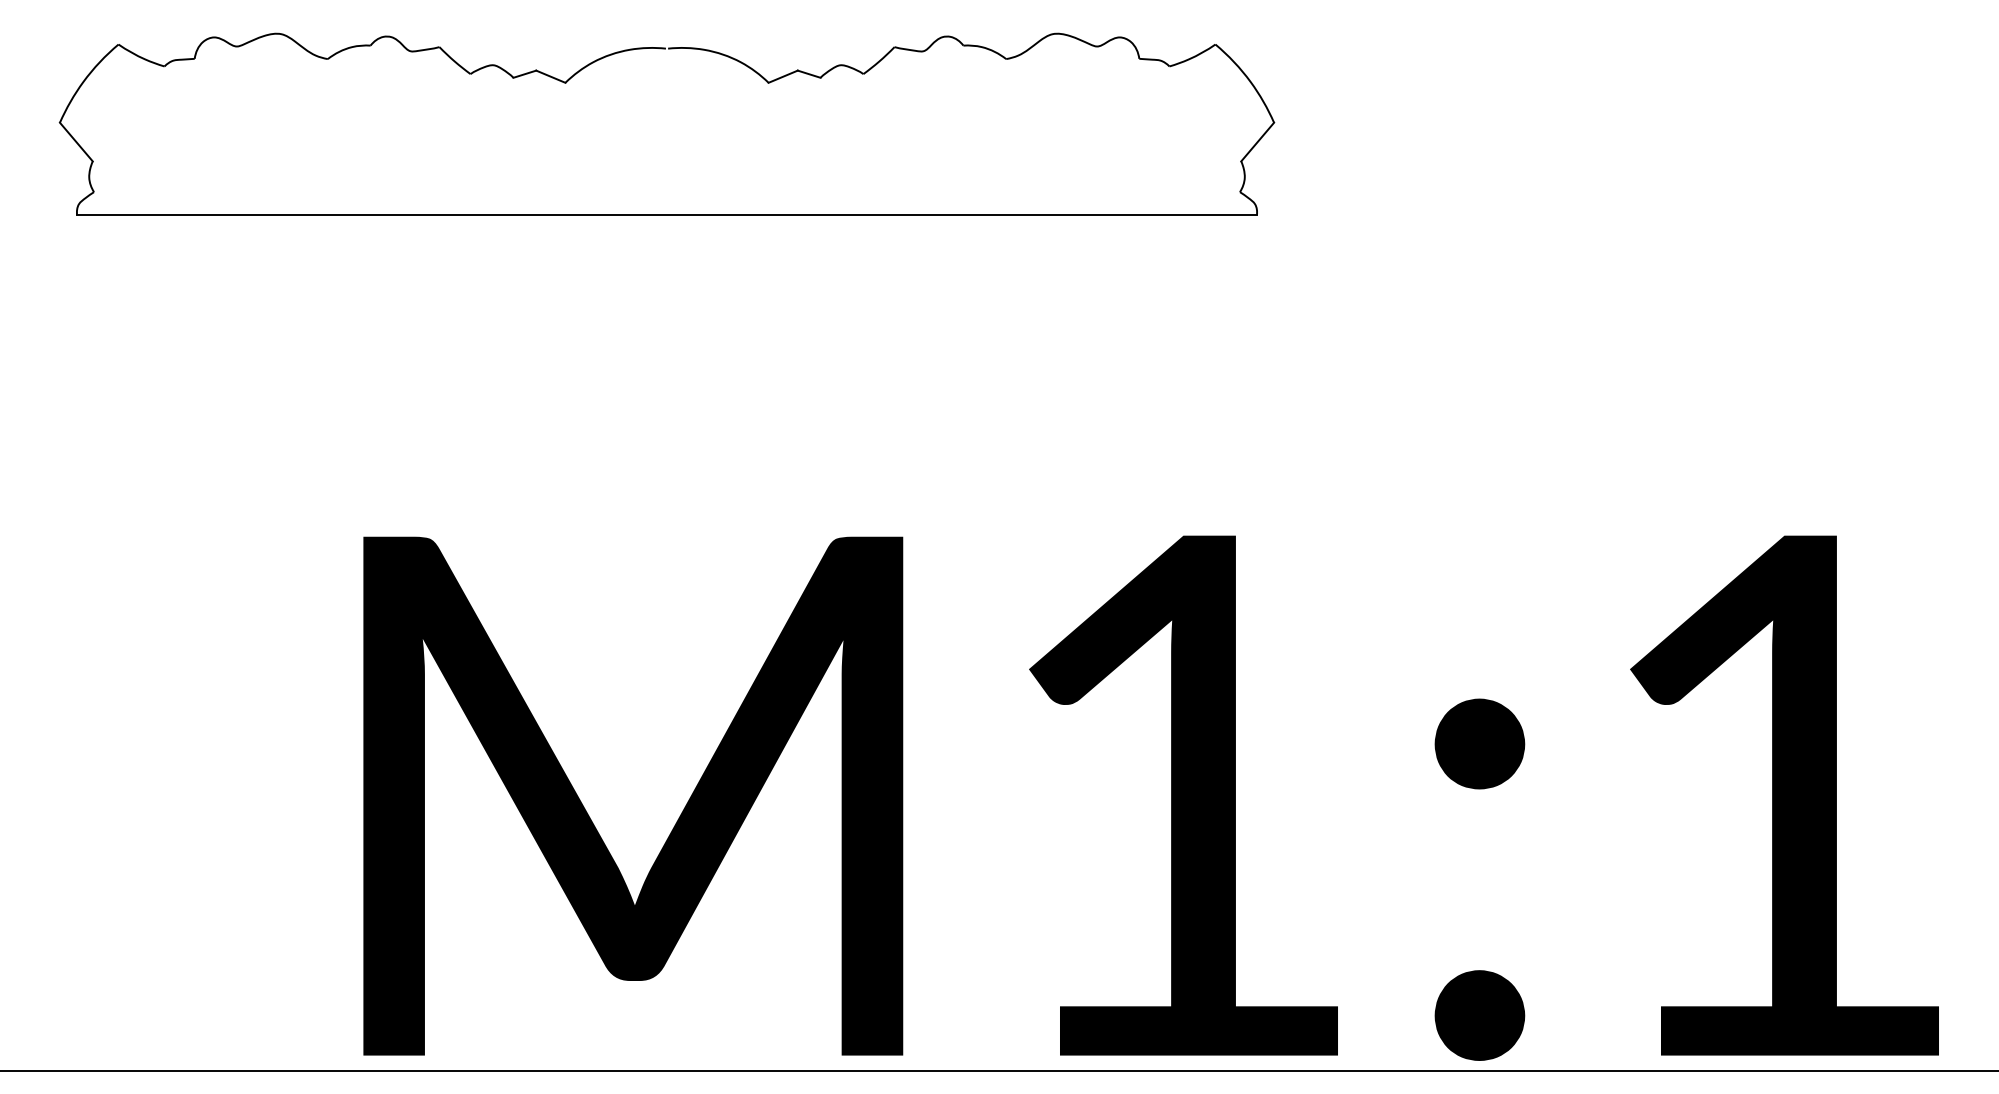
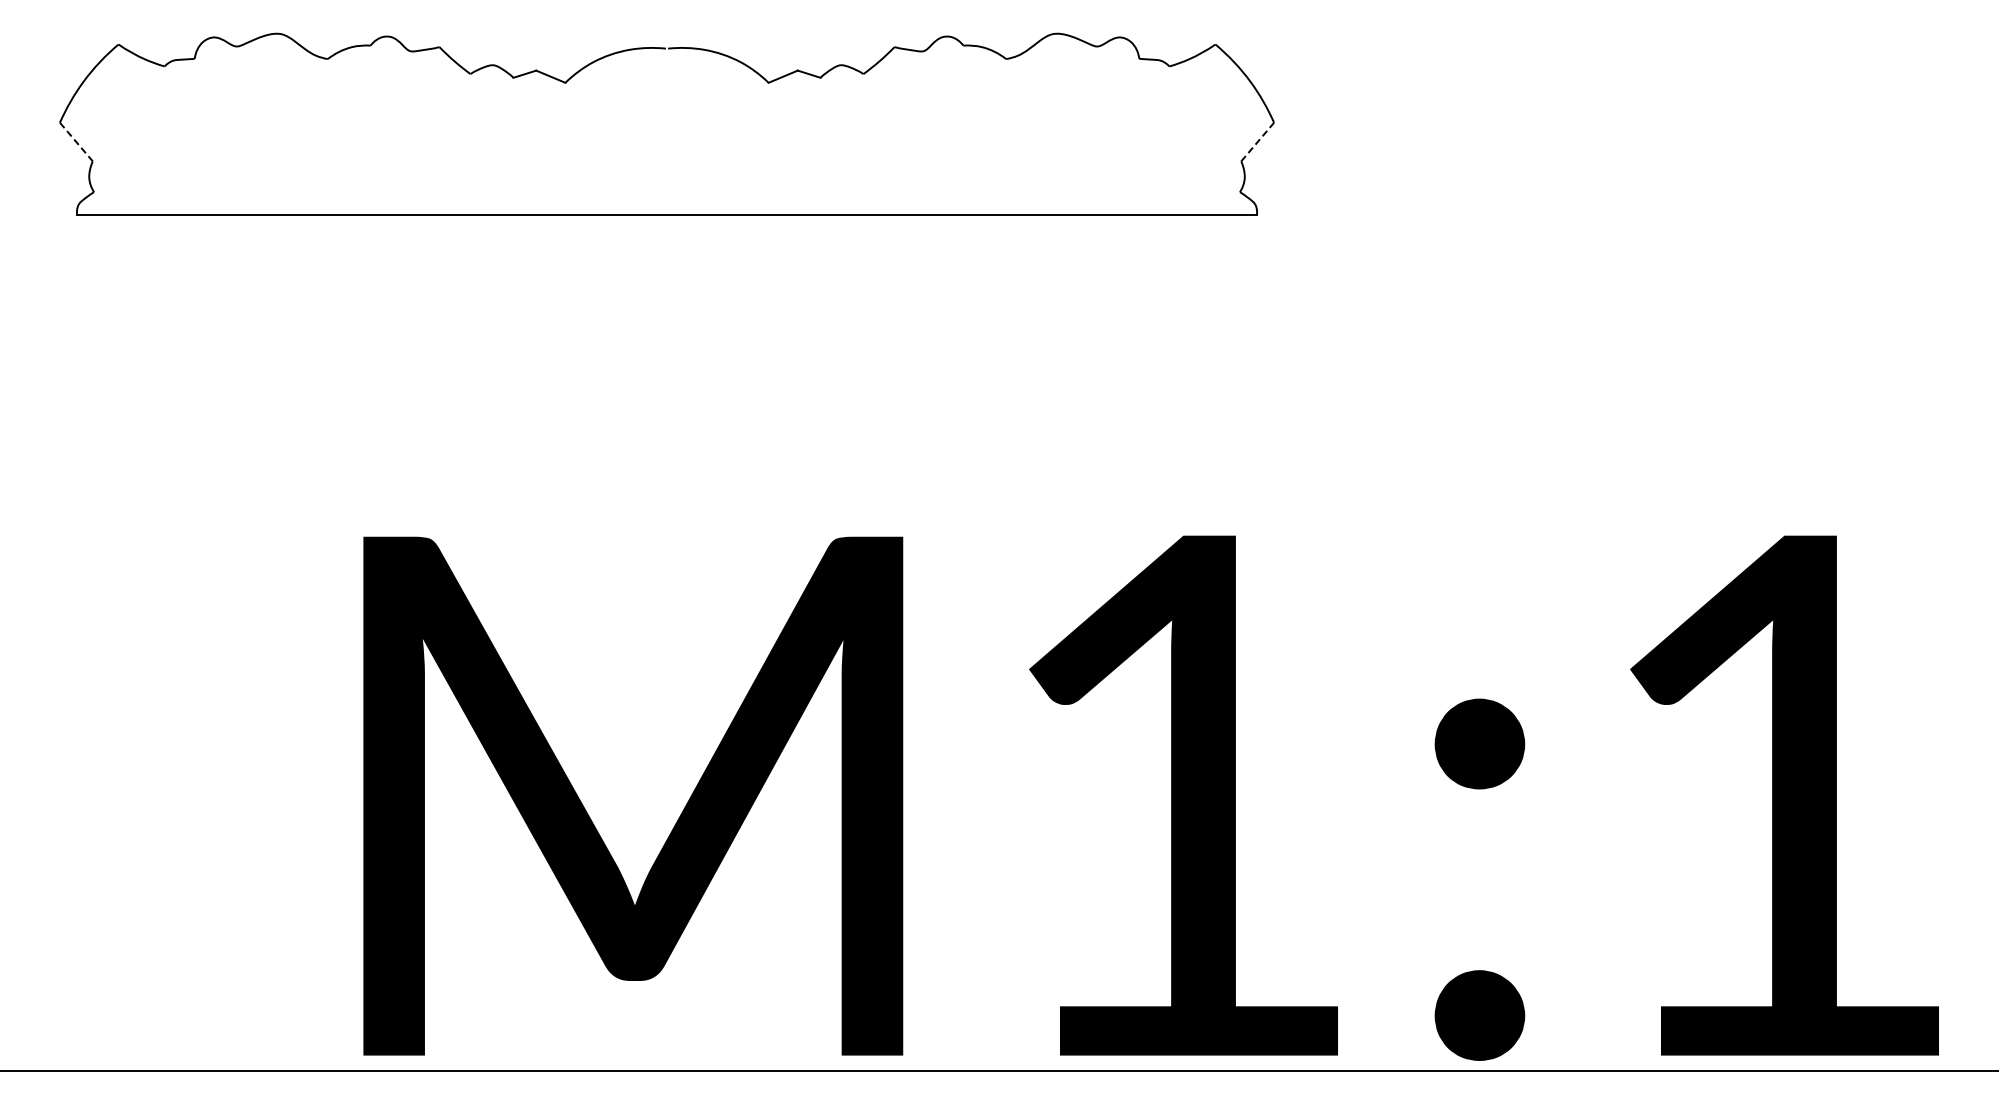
line at (1258, 141): solid -> dashed
line at (76, 142): solid -> dashed
